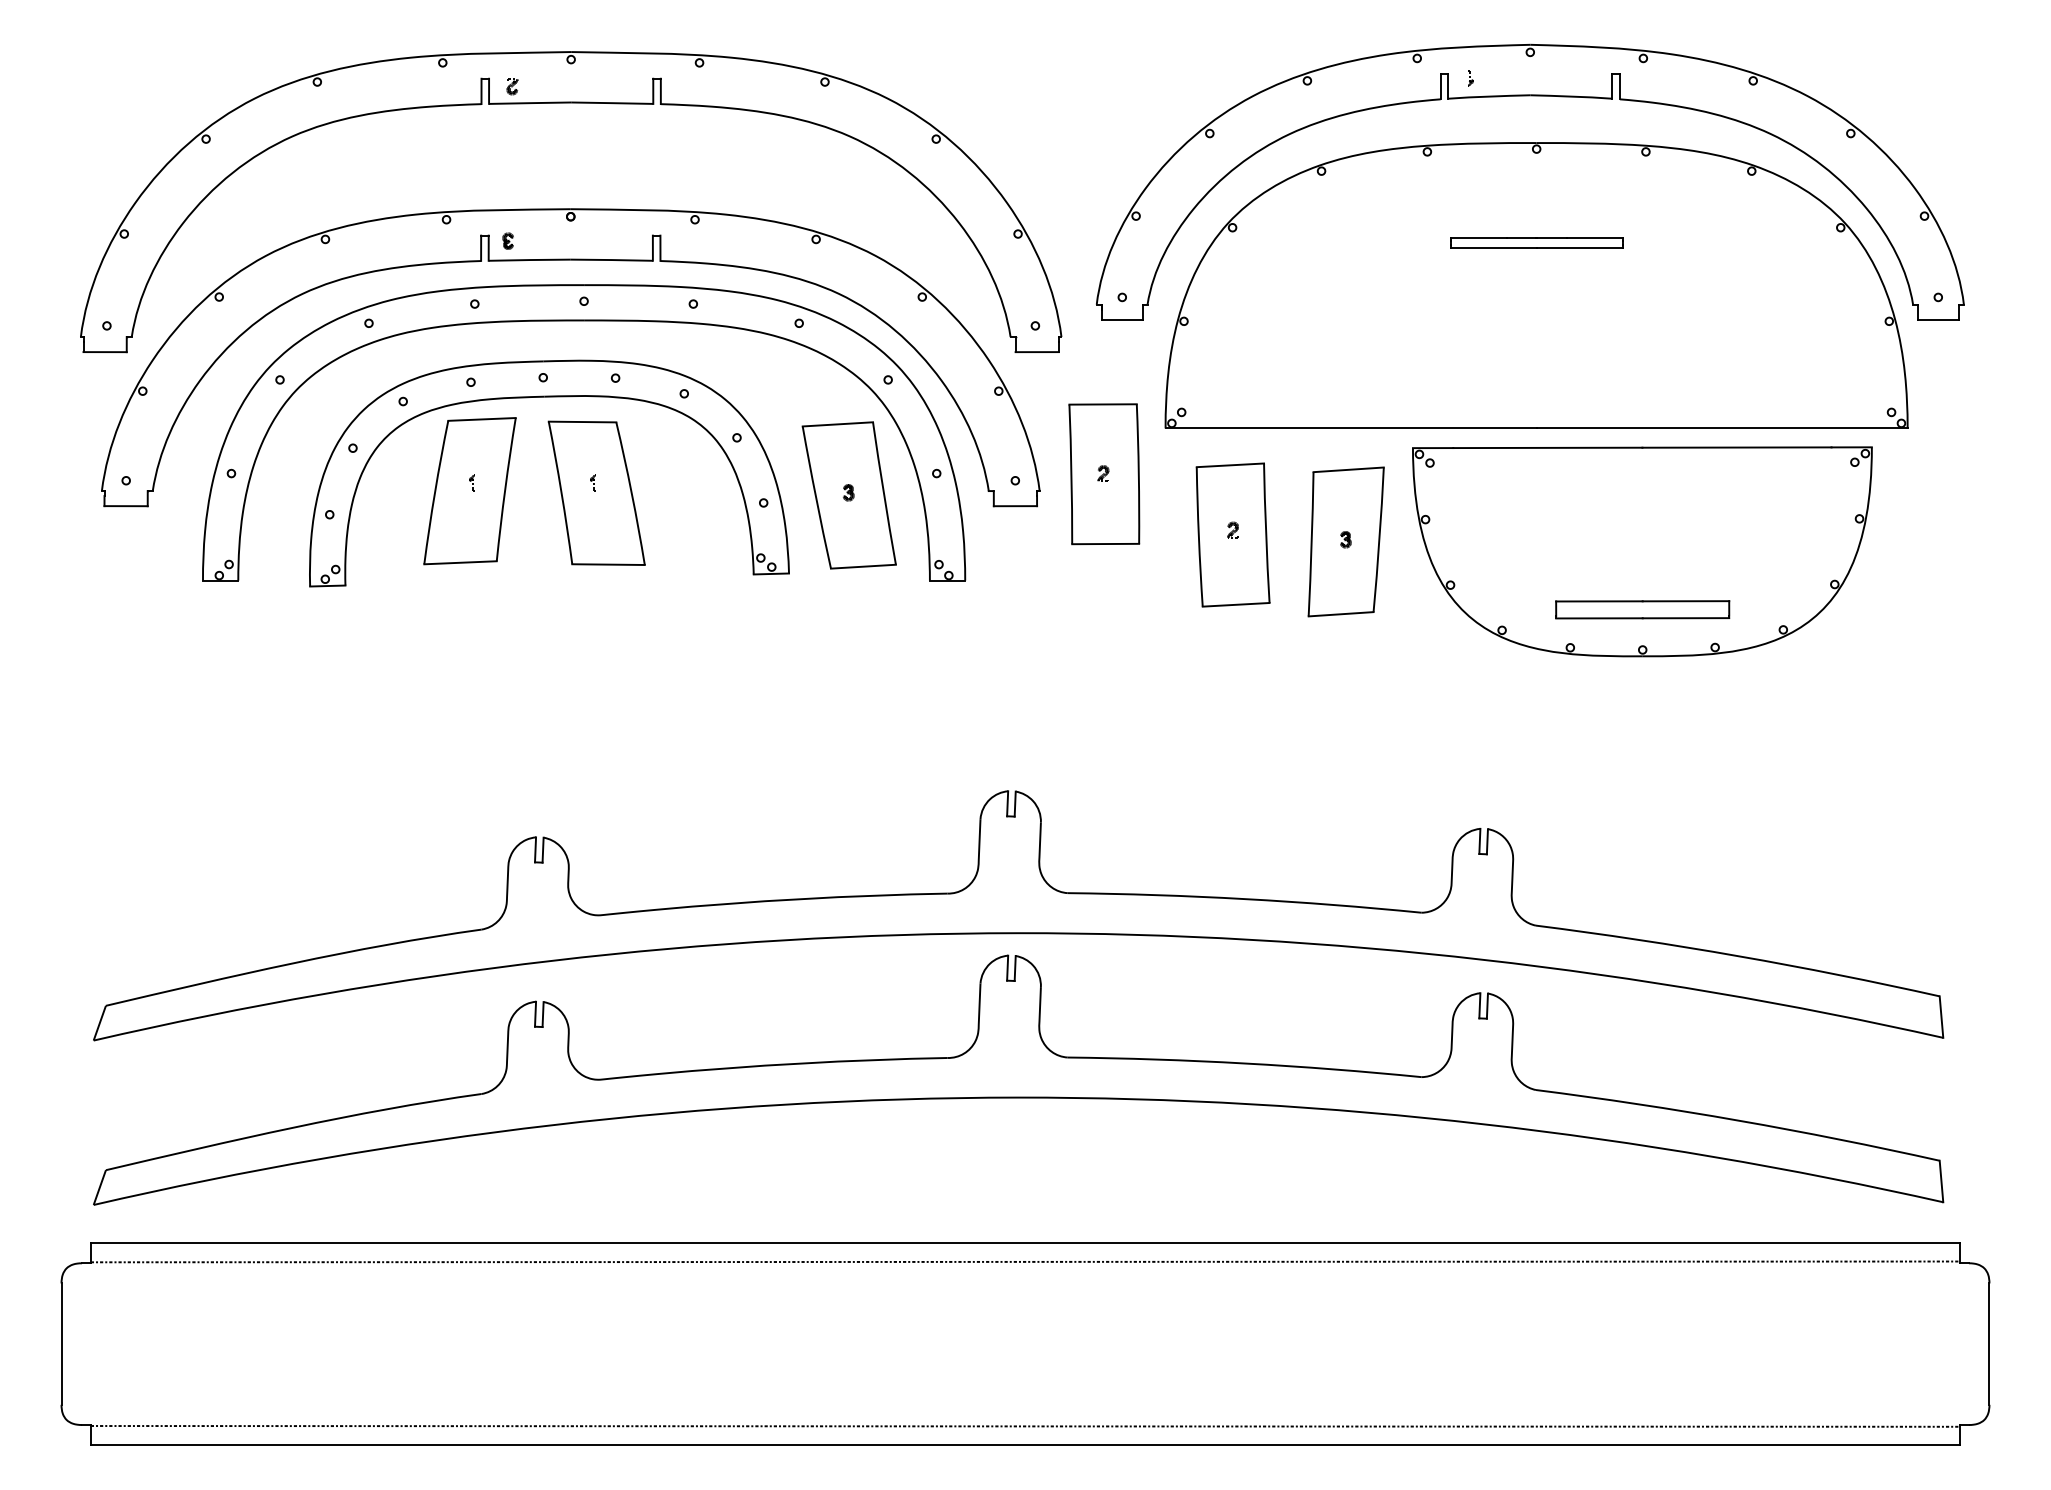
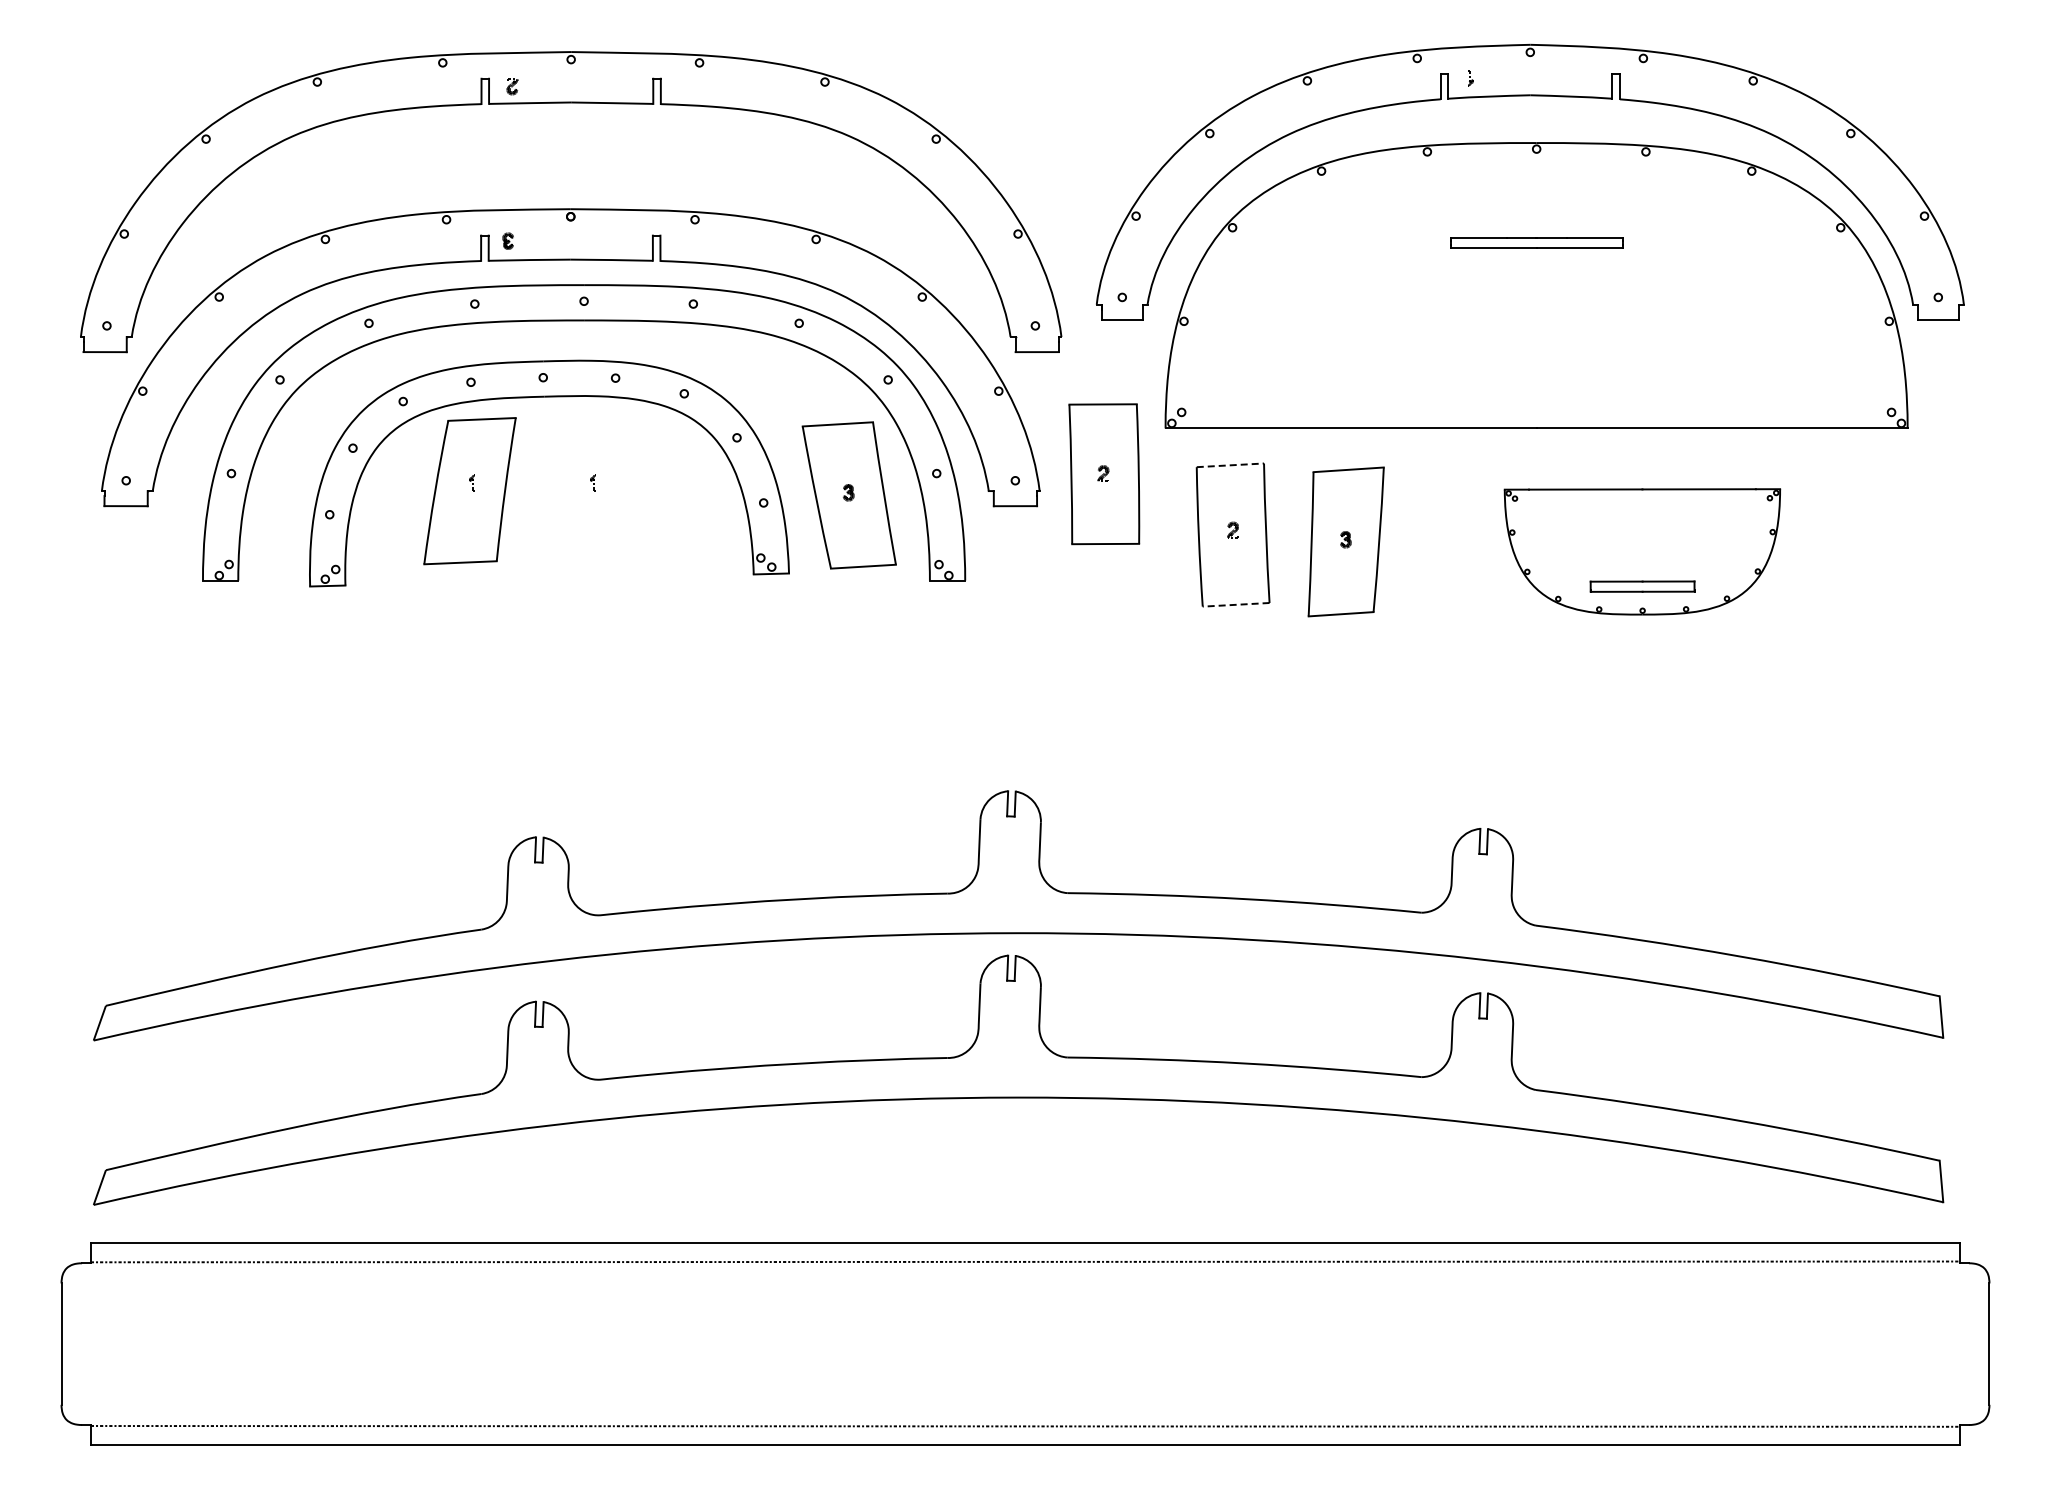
line at (1230, 465): solid -> dashed
part at (596, 492): present -> none
part at (1642, 551) size: 461x212 px -> 279x128 px
line at (1235, 604): solid -> dashed
